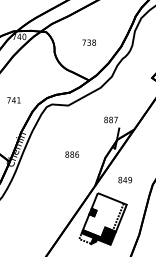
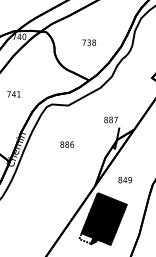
text at (13, 100) position: (13, 100) -> (13, 94)
text at (72, 154) position: (72, 154) -> (67, 144)
fill at (104, 215): none -> present
